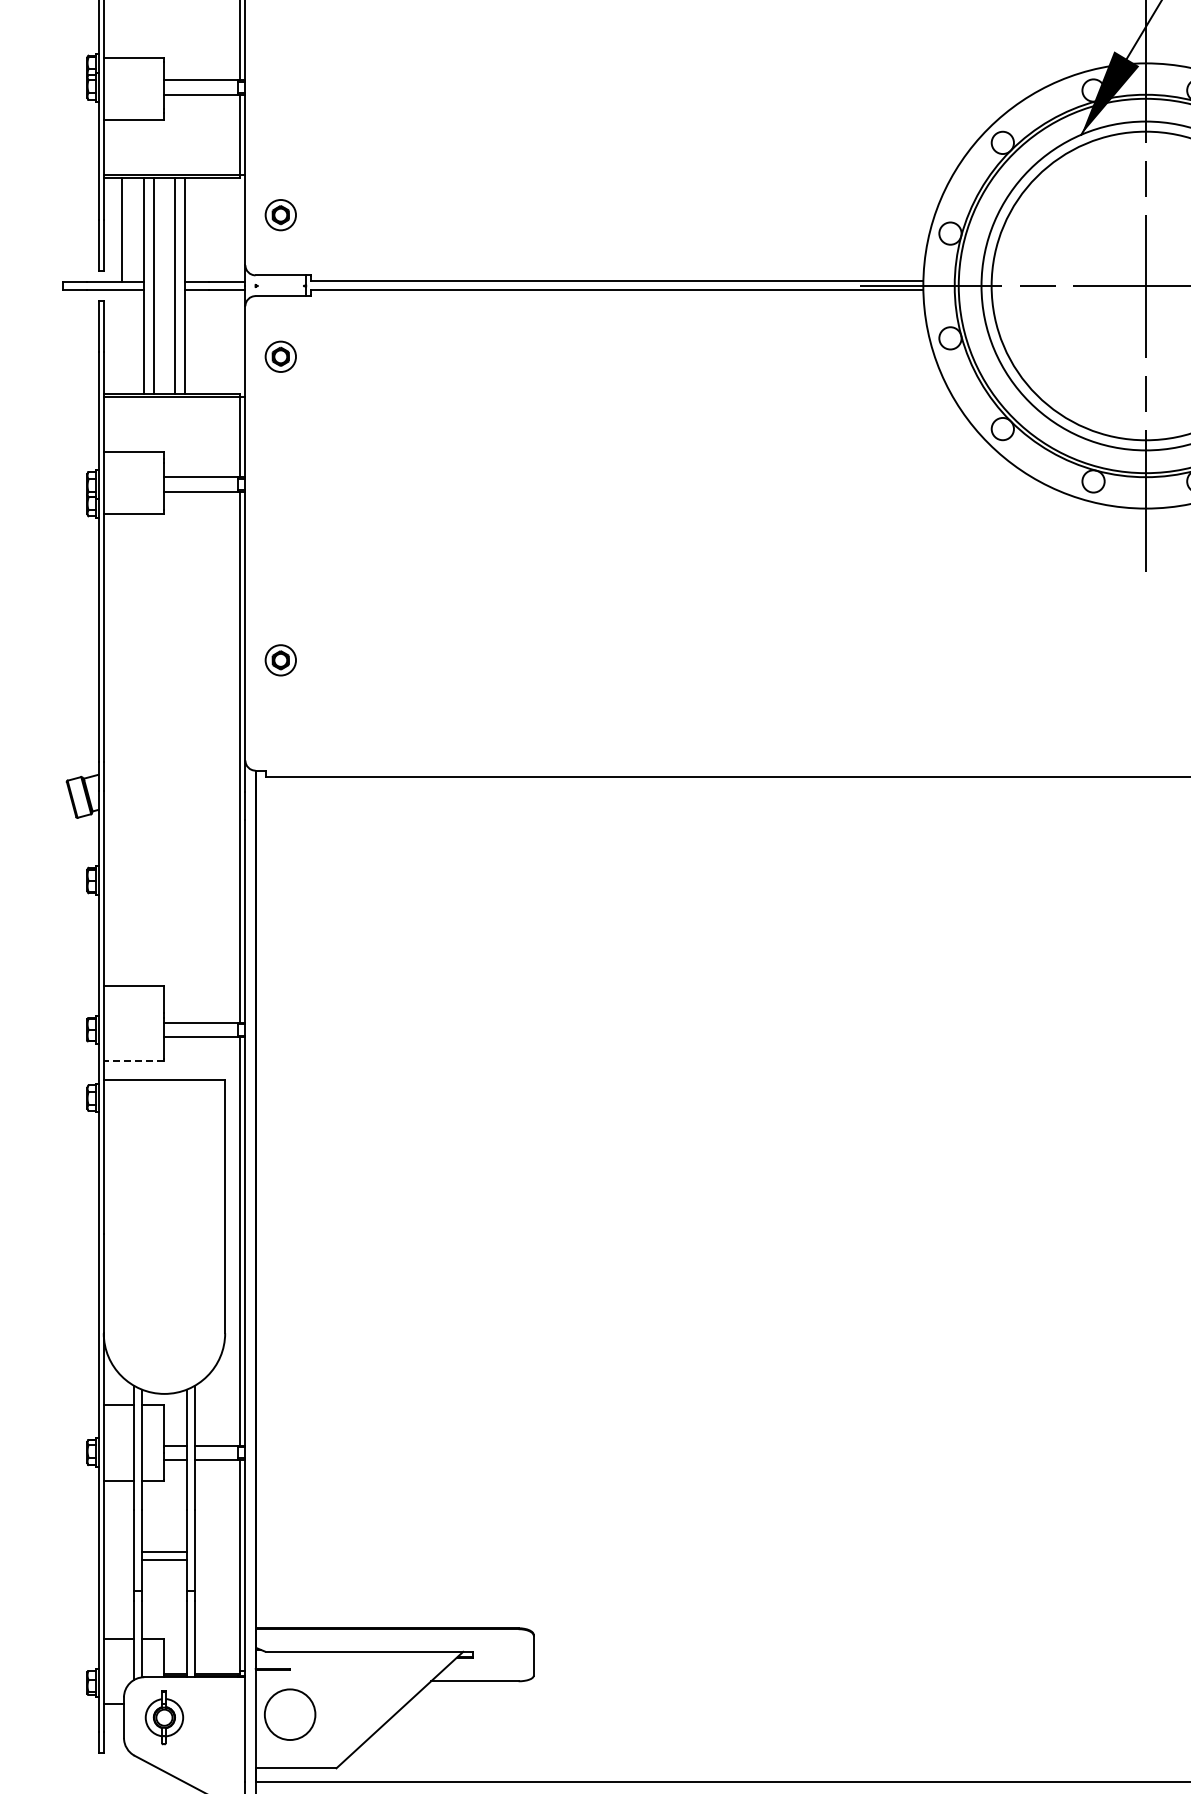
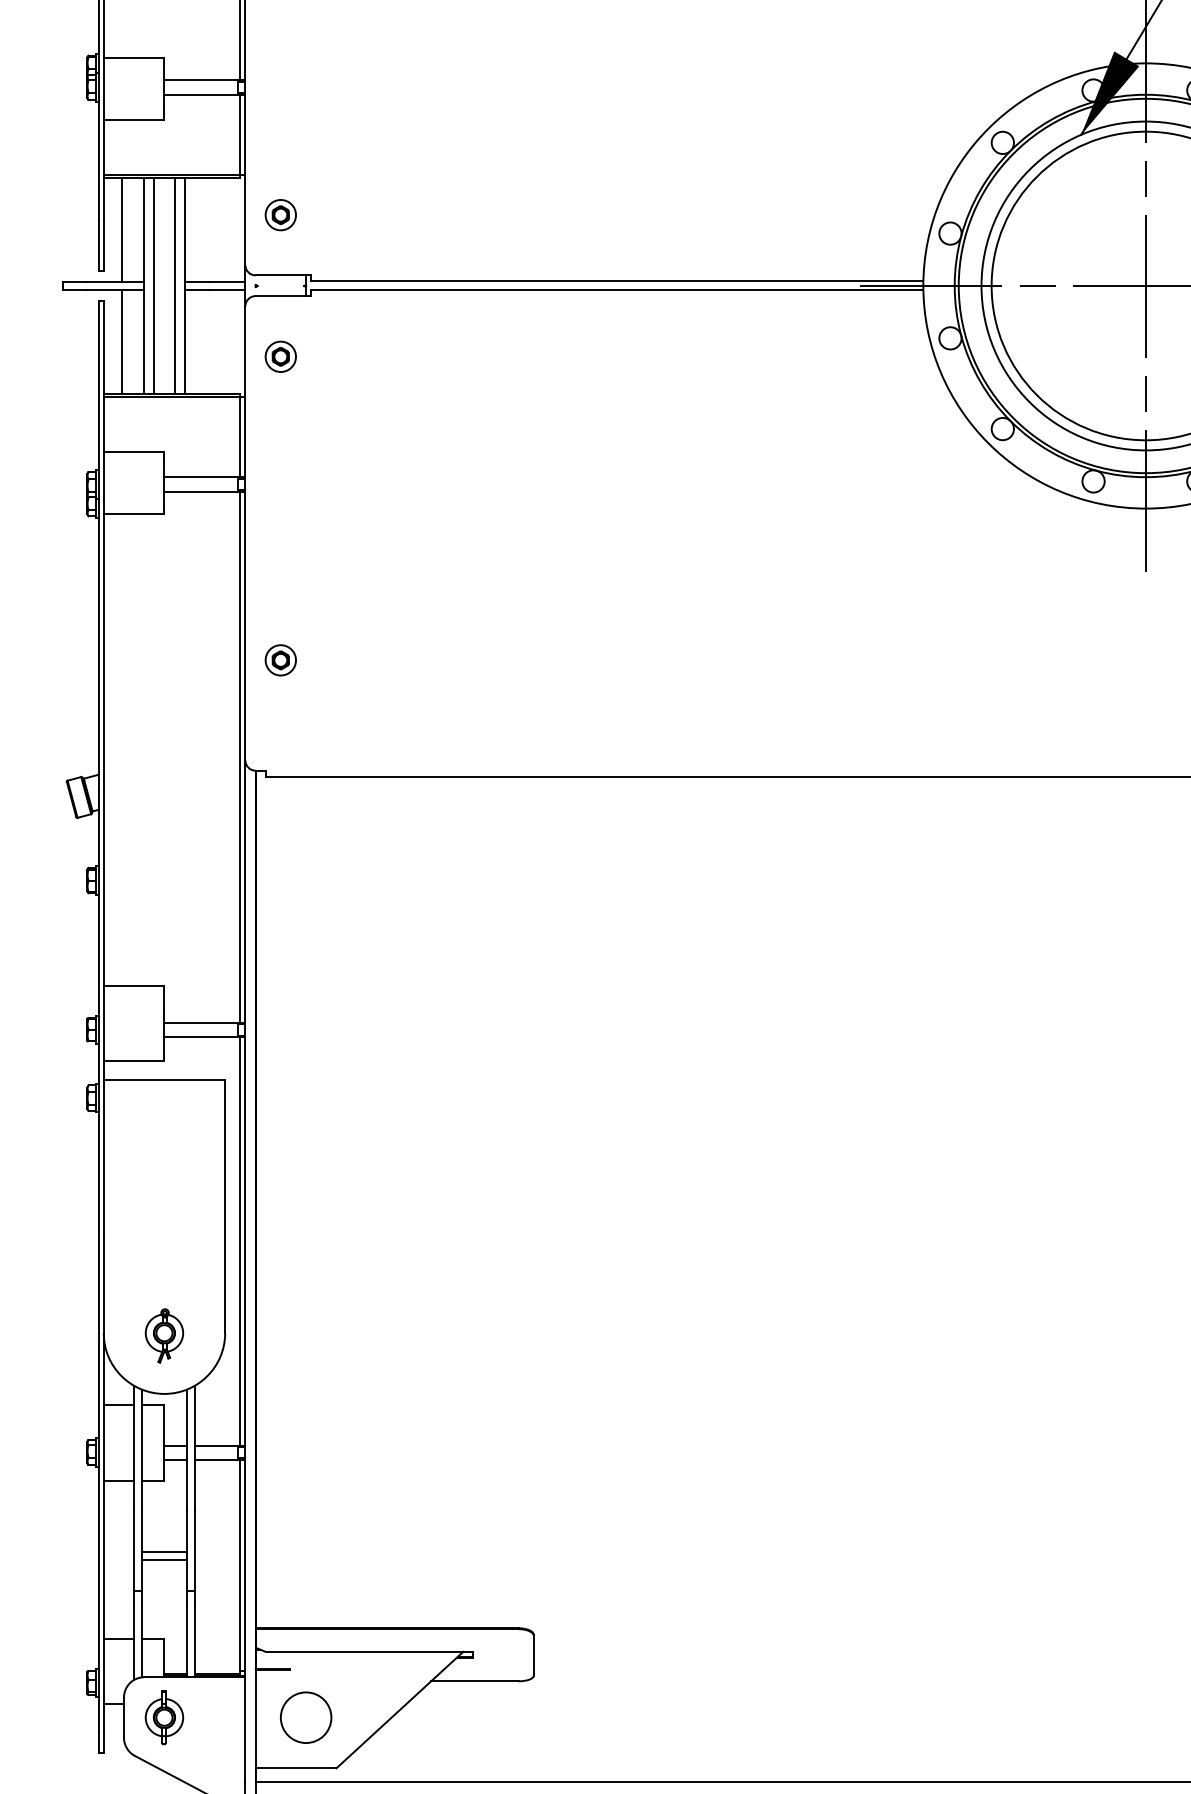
line at (121, 342): none -> present
line at (133, 1060): dashed -> solid
part at (164, 1335): none -> present
circle at (290, 1714) position: (290, 1714) -> (306, 1717)
